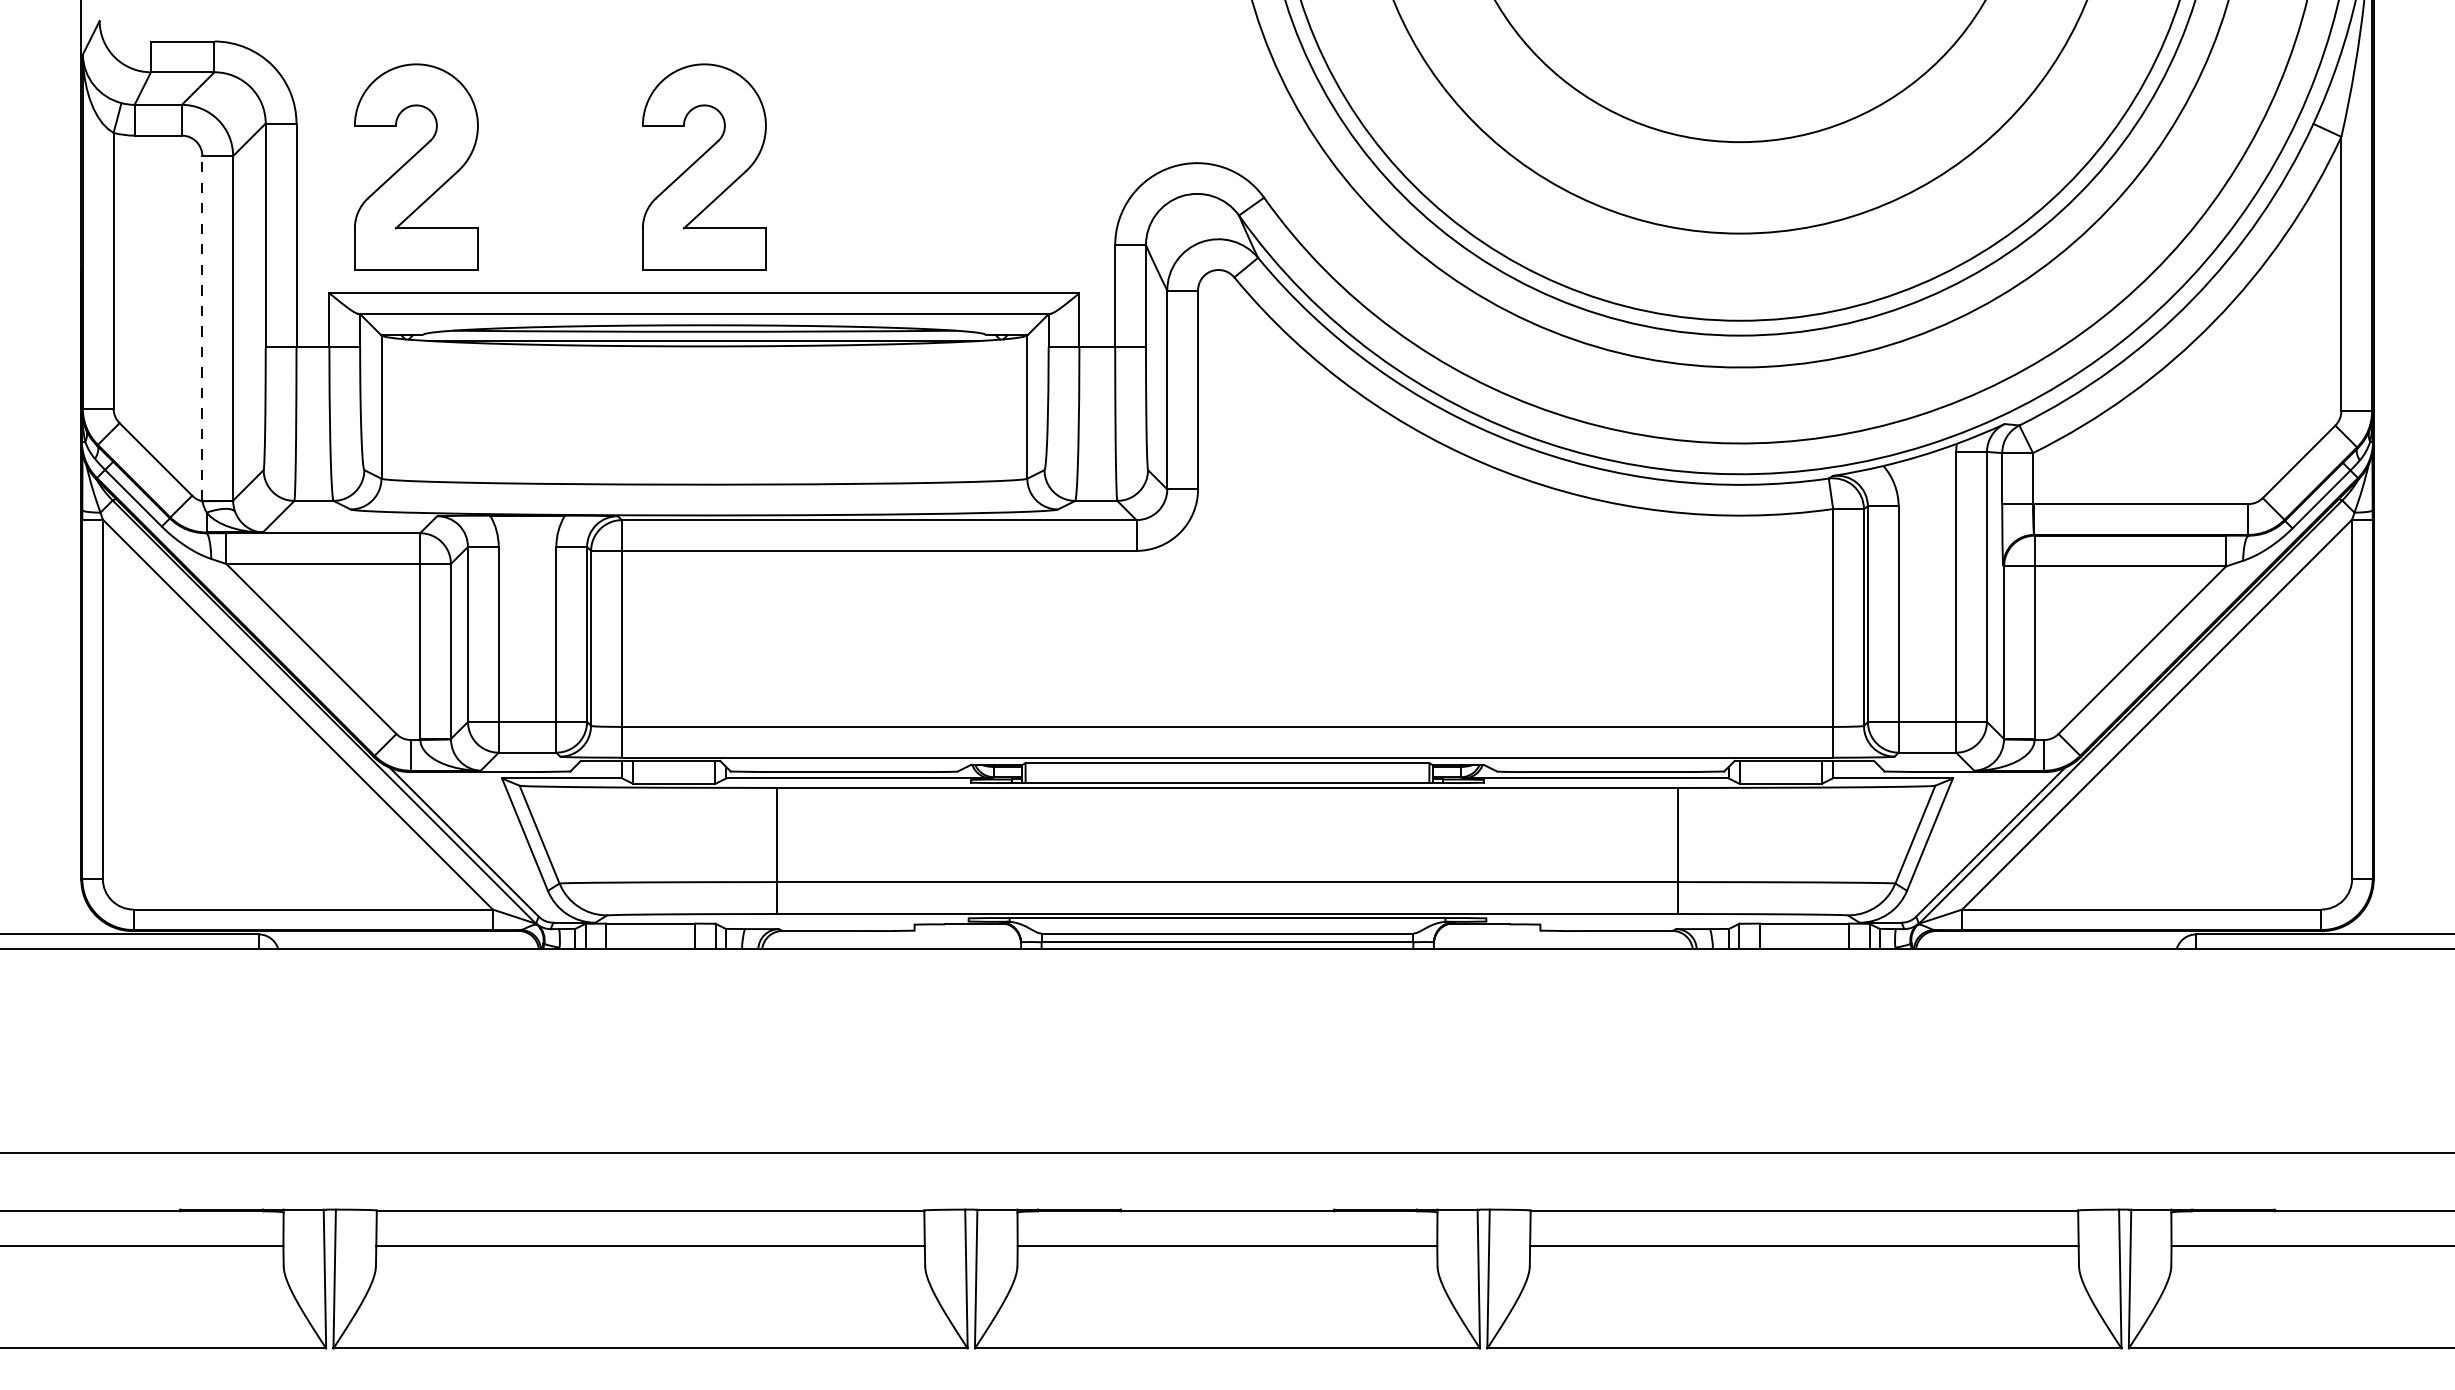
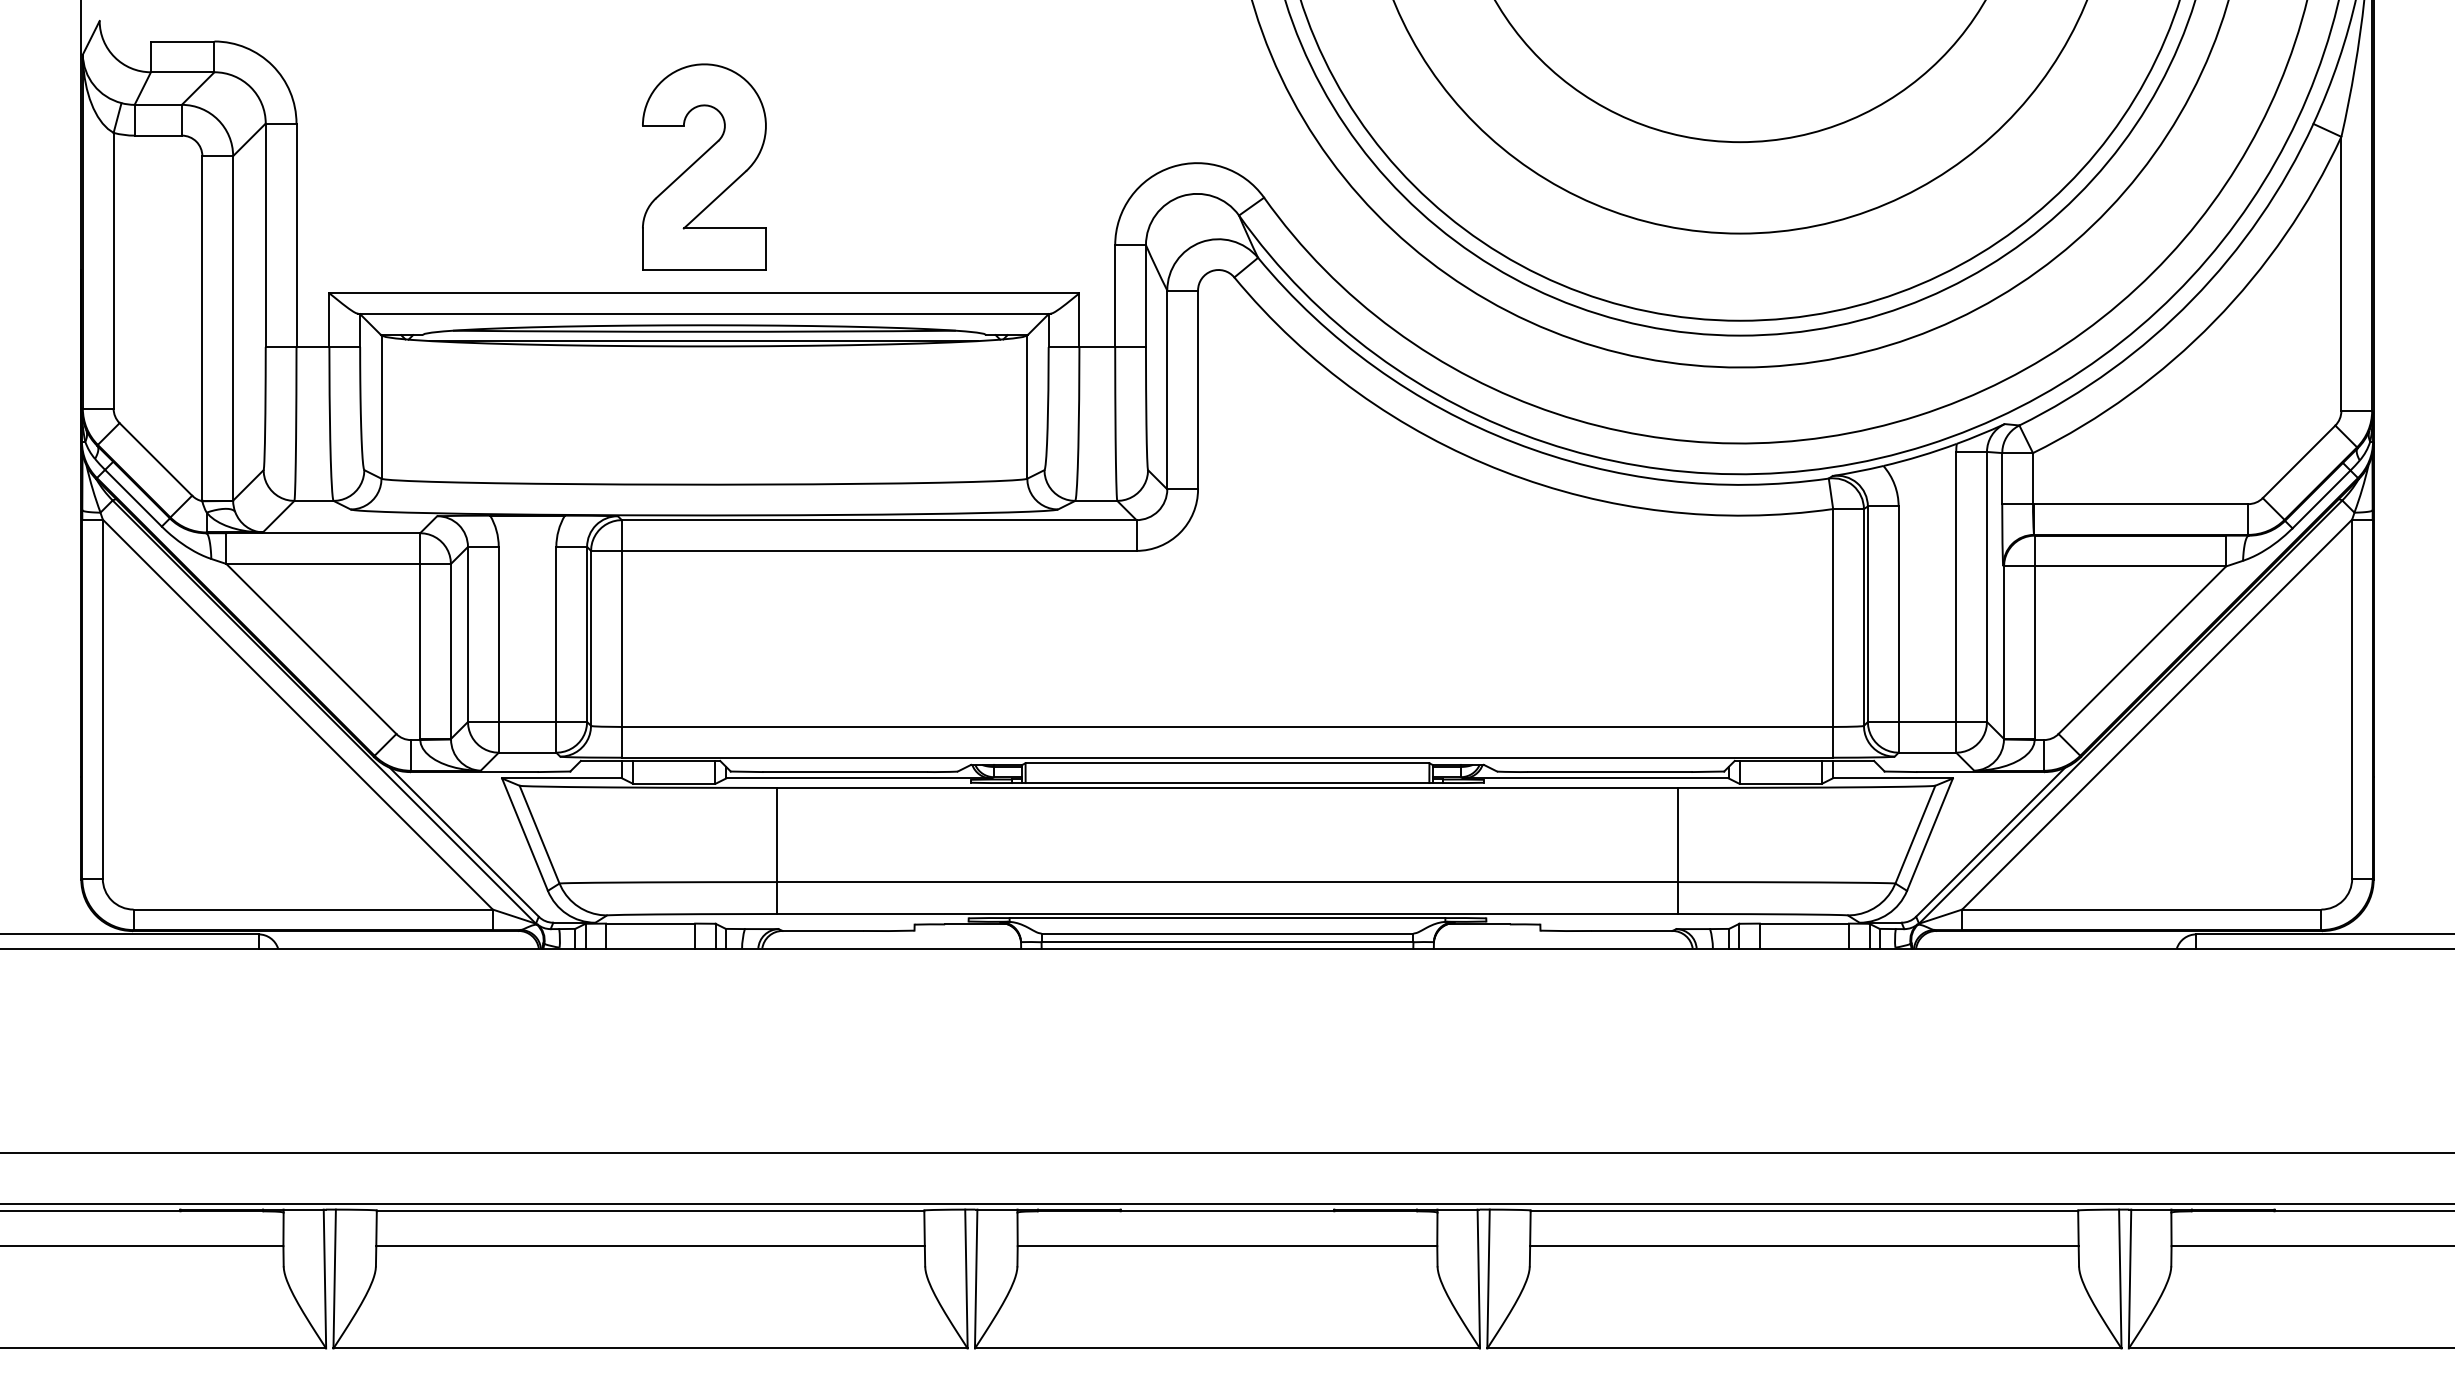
part at (416, 166): present -> none
line at (202, 327): dashed -> solid
line at (1226, 1204): none -> present
